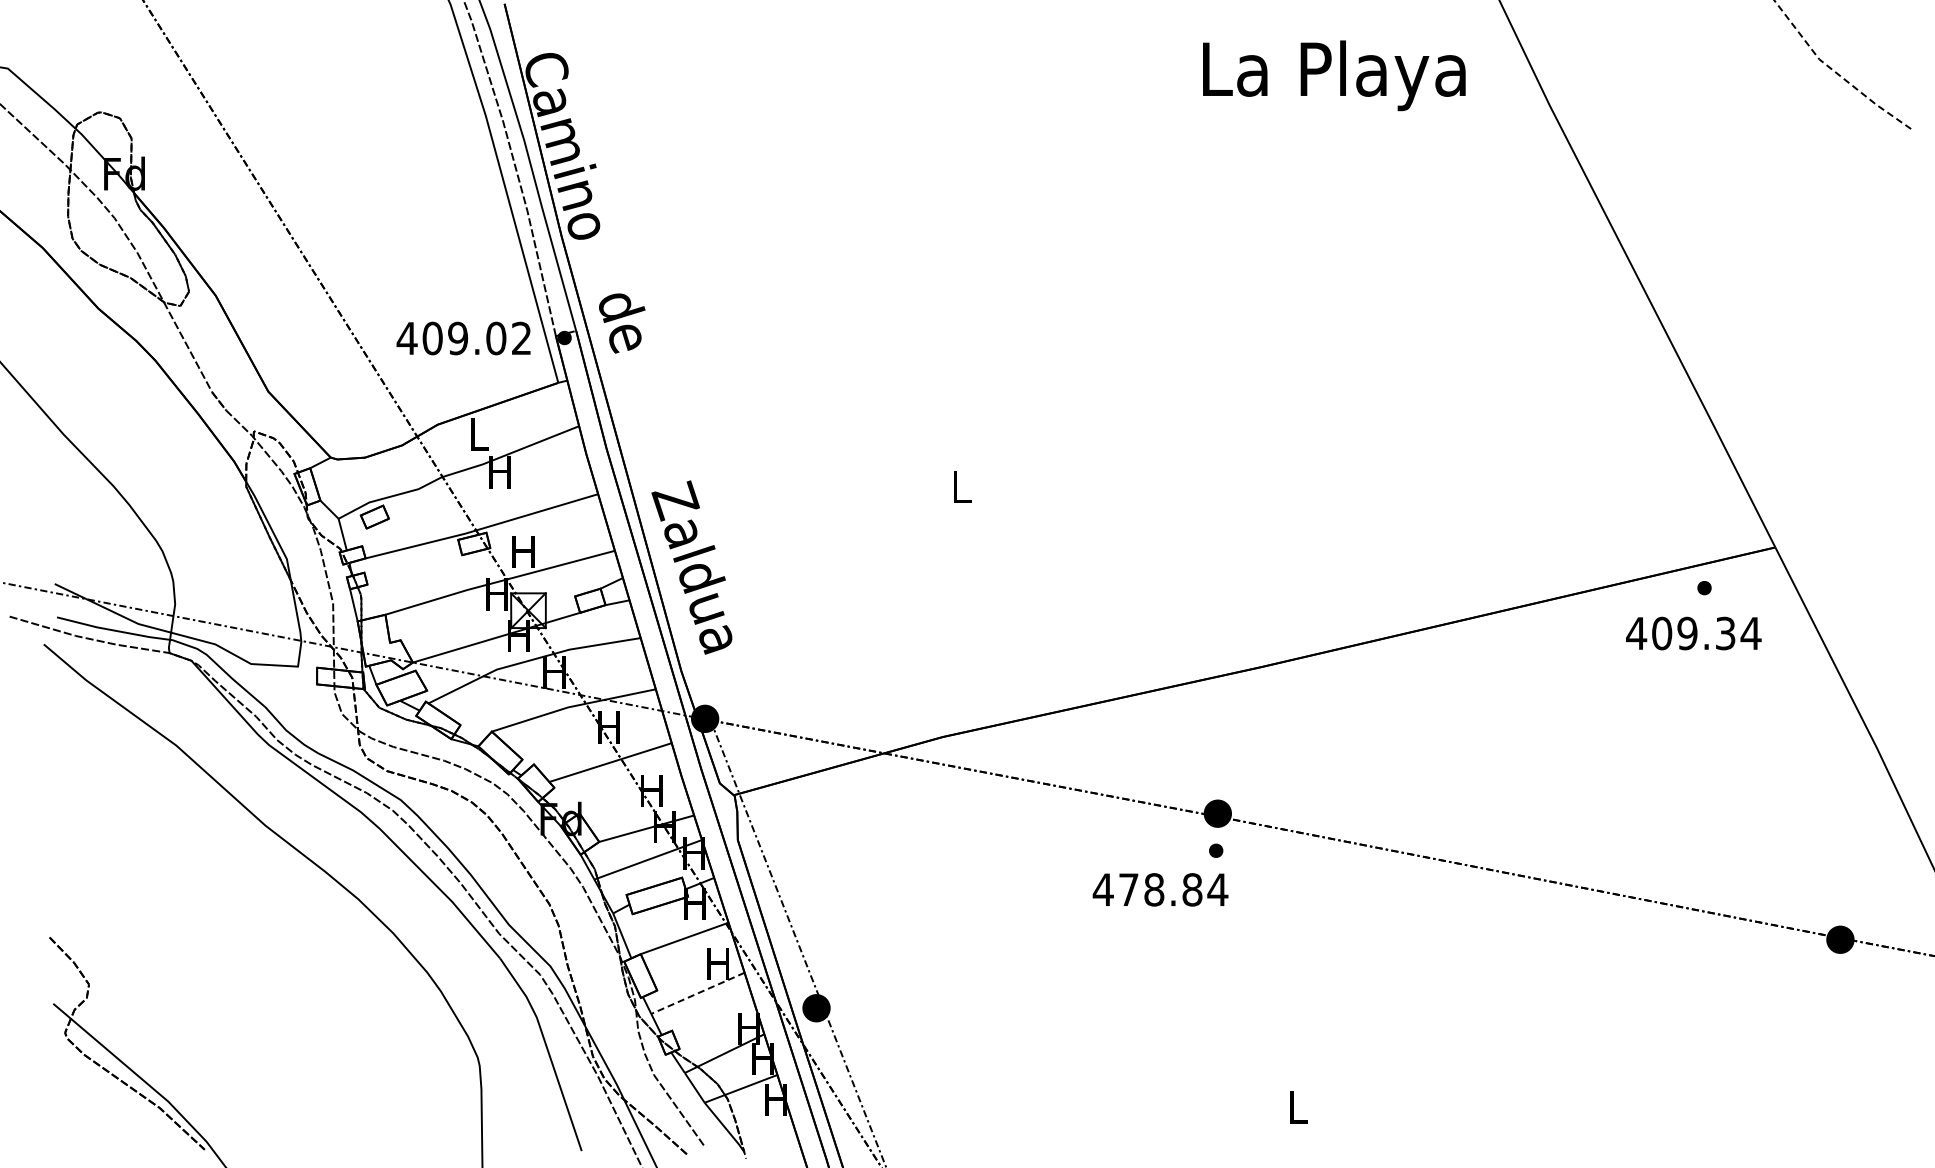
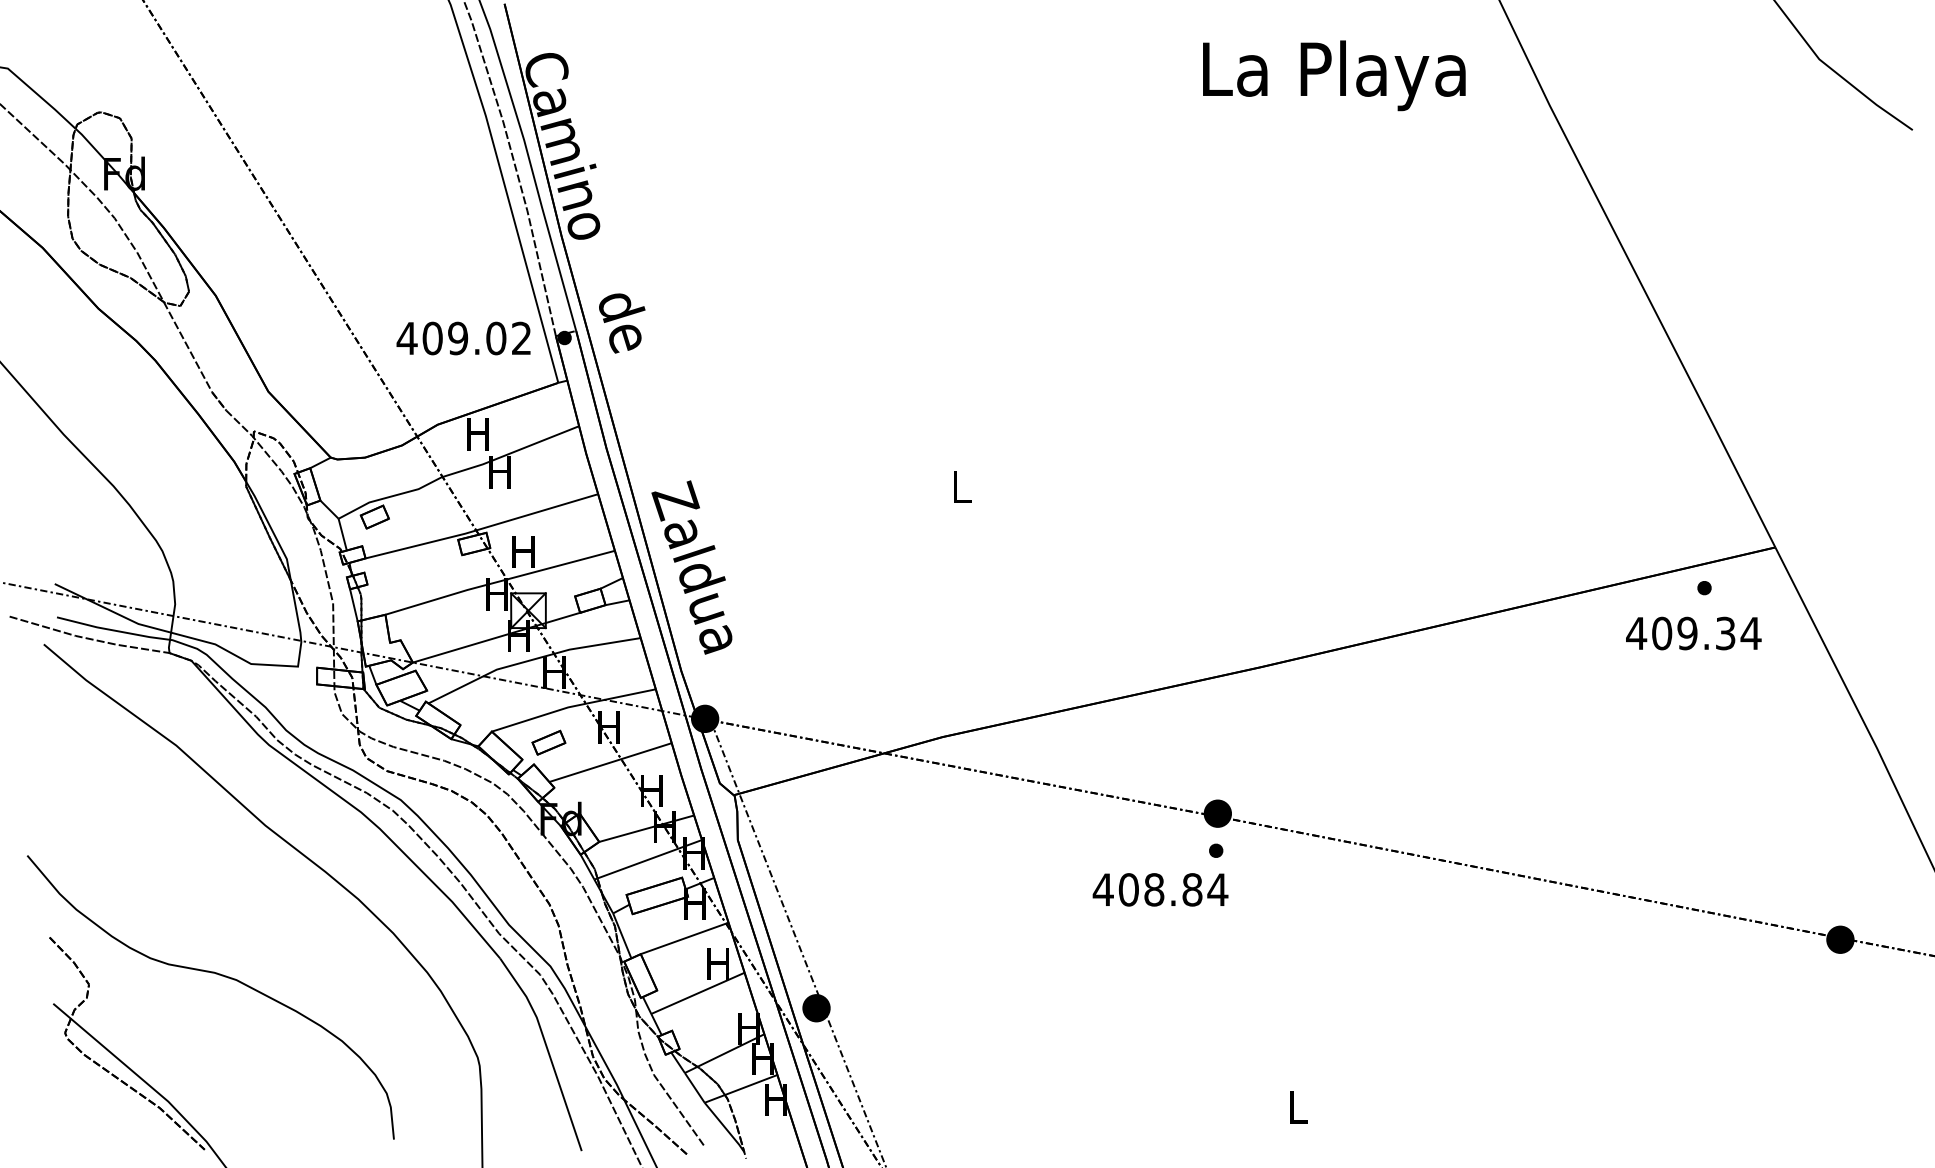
line at (1837, 73): dashed -> solid
text at (477, 434): L -> H
part at (548, 742): none -> present
text at (1128, 889): 478.84 -> 408.84
curve at (216, 974): none -> present
line at (697, 993): dashed -> solid
